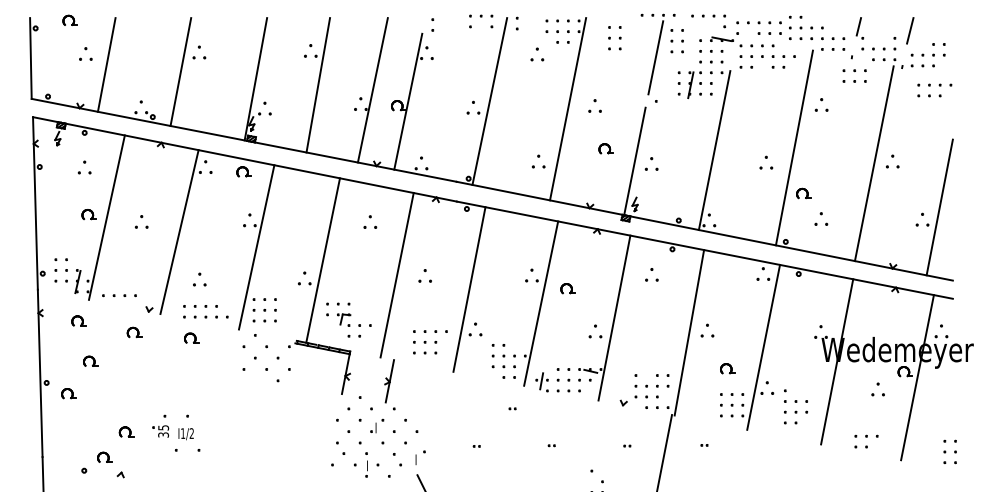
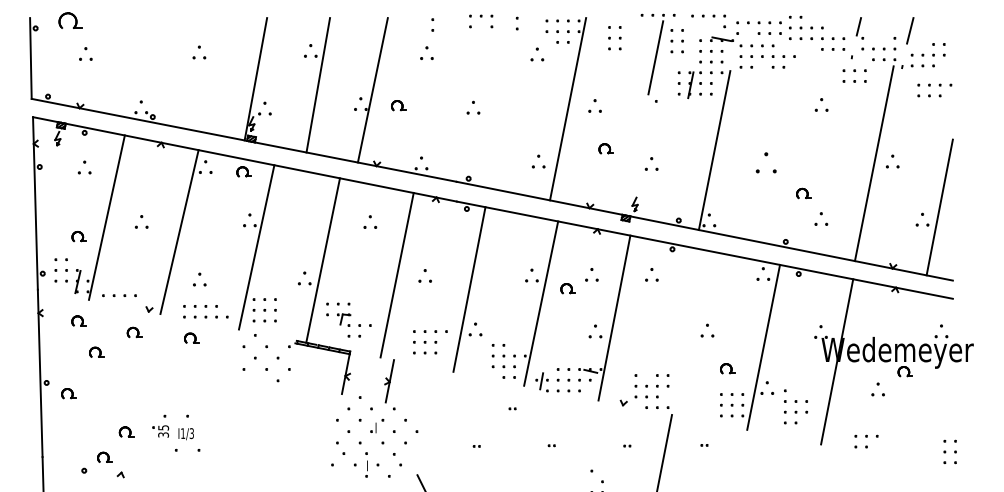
part at (69, 19) size: 16x12 px -> 25x17 px
line at (106, 64): present -> none
line at (180, 72): present -> none
line at (408, 101): present -> none
line at (489, 101): present -> none
line at (793, 147): present -> none
line at (634, 161): present -> none
part at (766, 162) size: 15x15 px -> 22x22 px
part at (88, 214) position: (88, 214) -> (78, 236)
part at (591, 274): none -> present
line at (689, 332): present -> none
part at (90, 360) position: (90, 360) -> (96, 351)
line at (917, 377): present -> none
text at (191, 434): I1/2 -> I1/3
part at (420, 457): present -> none
